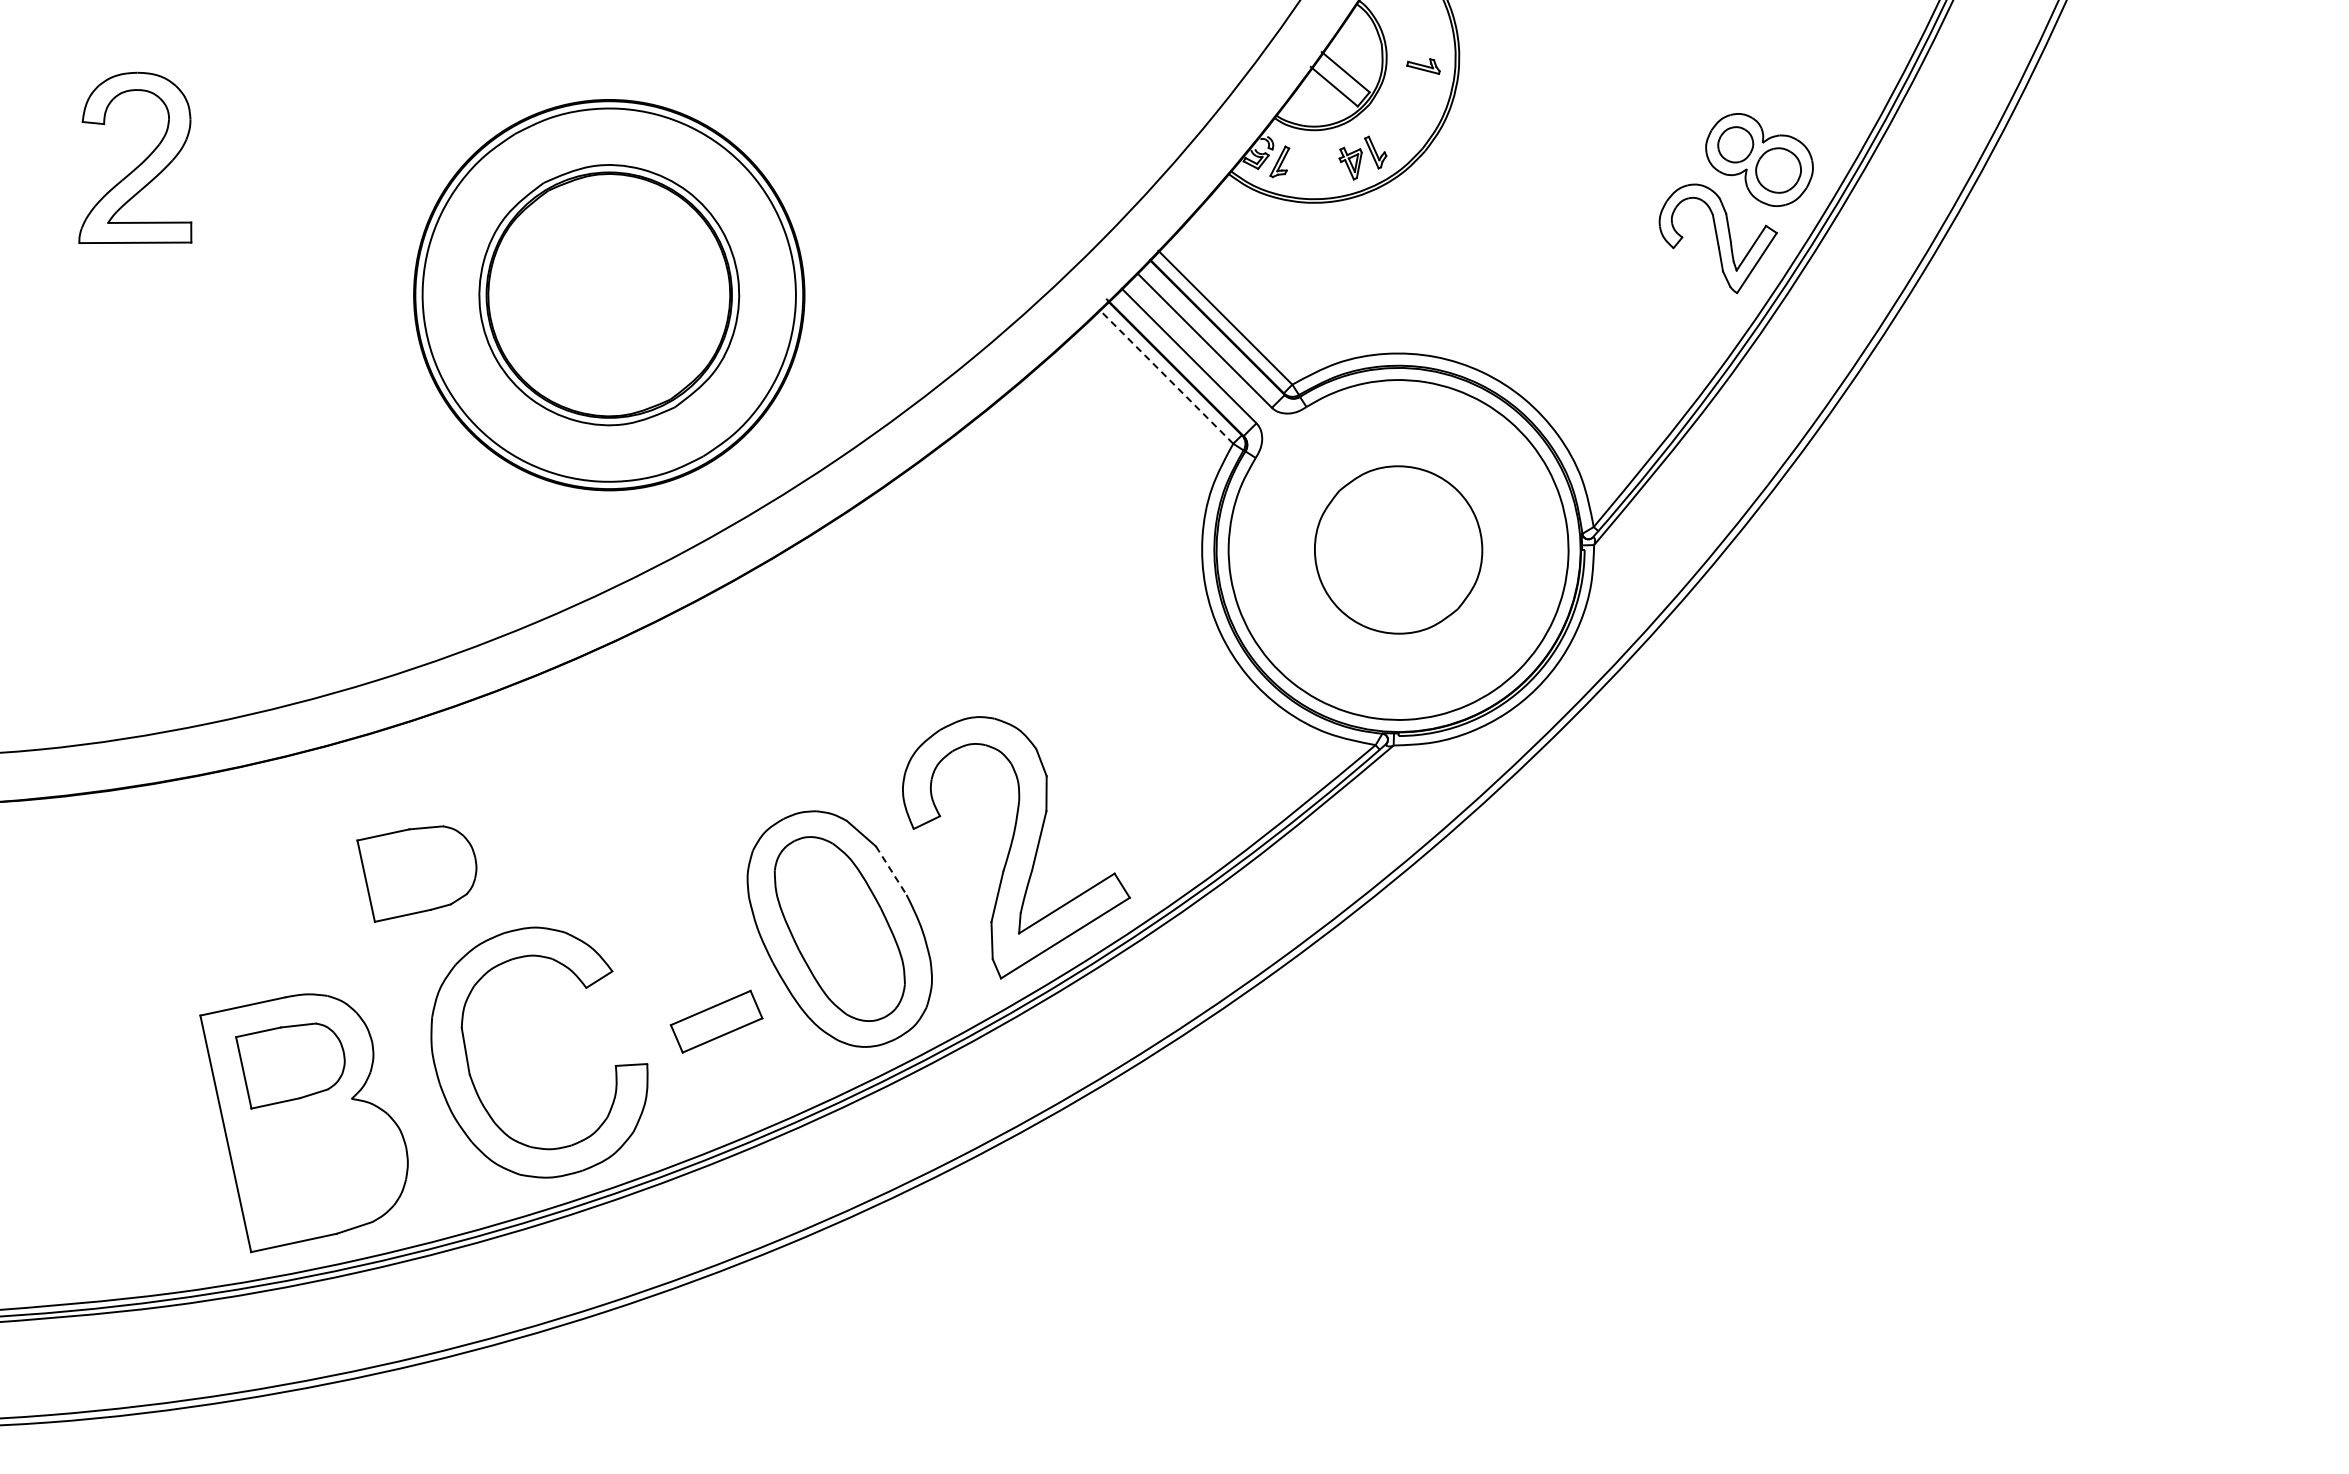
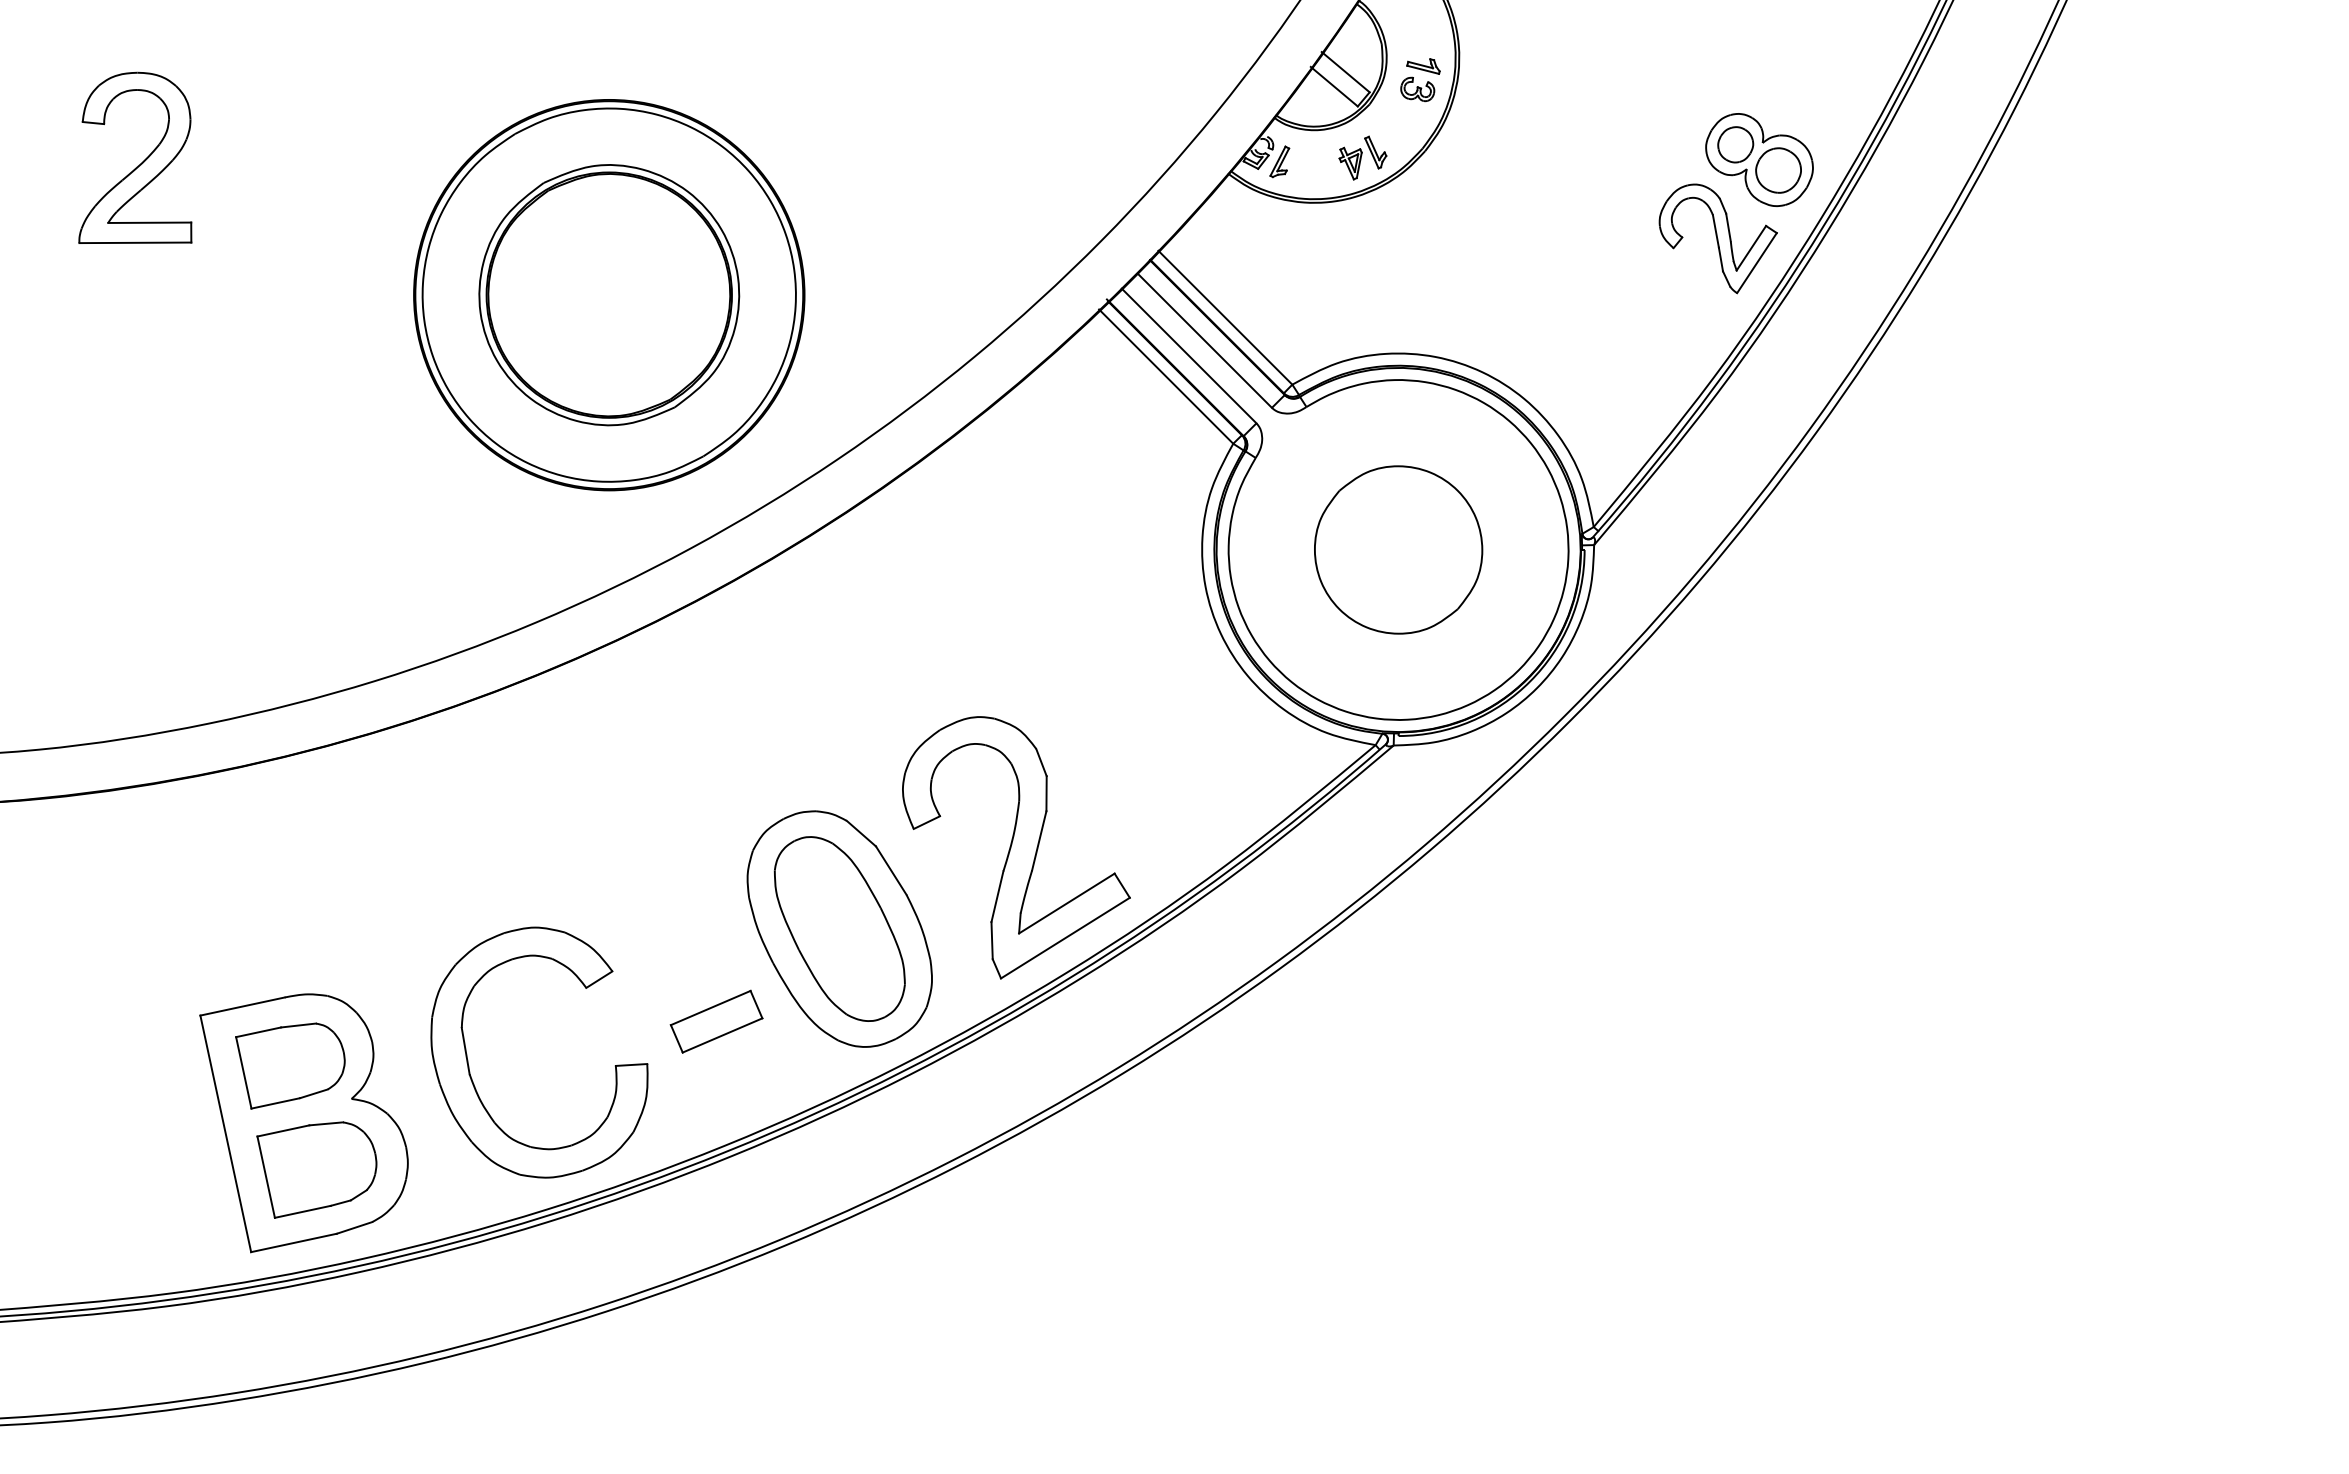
part at (1417, 89): none -> present
line at (1166, 376): dashed -> solid
line at (891, 870): dashed -> solid
part at (416, 873) position: (416, 873) -> (316, 1169)
